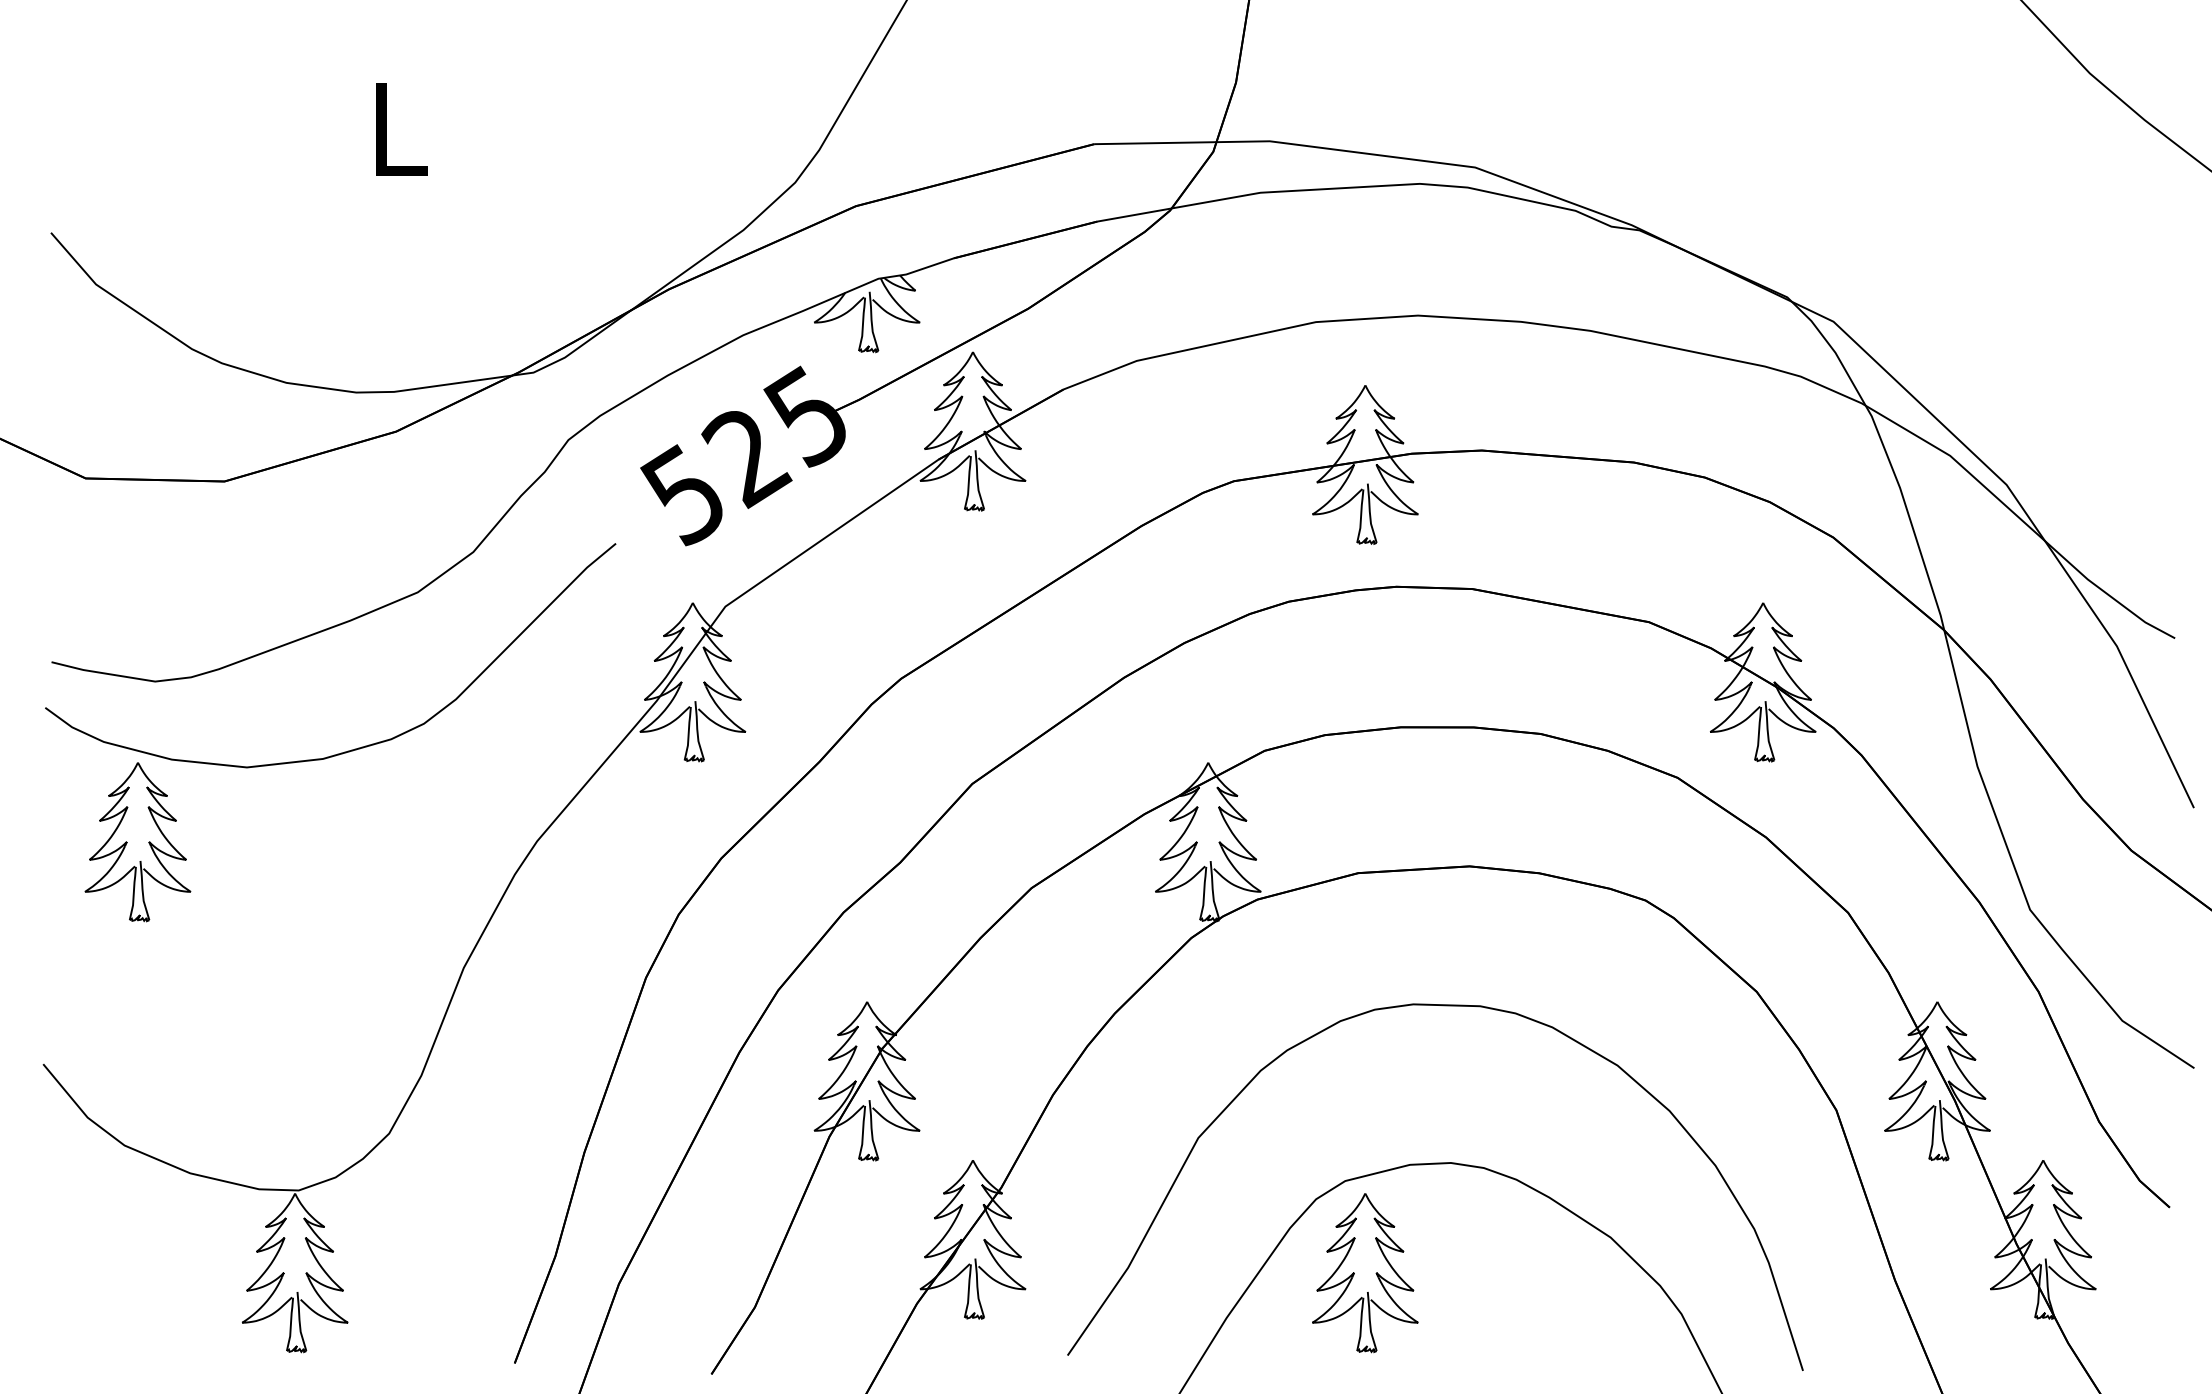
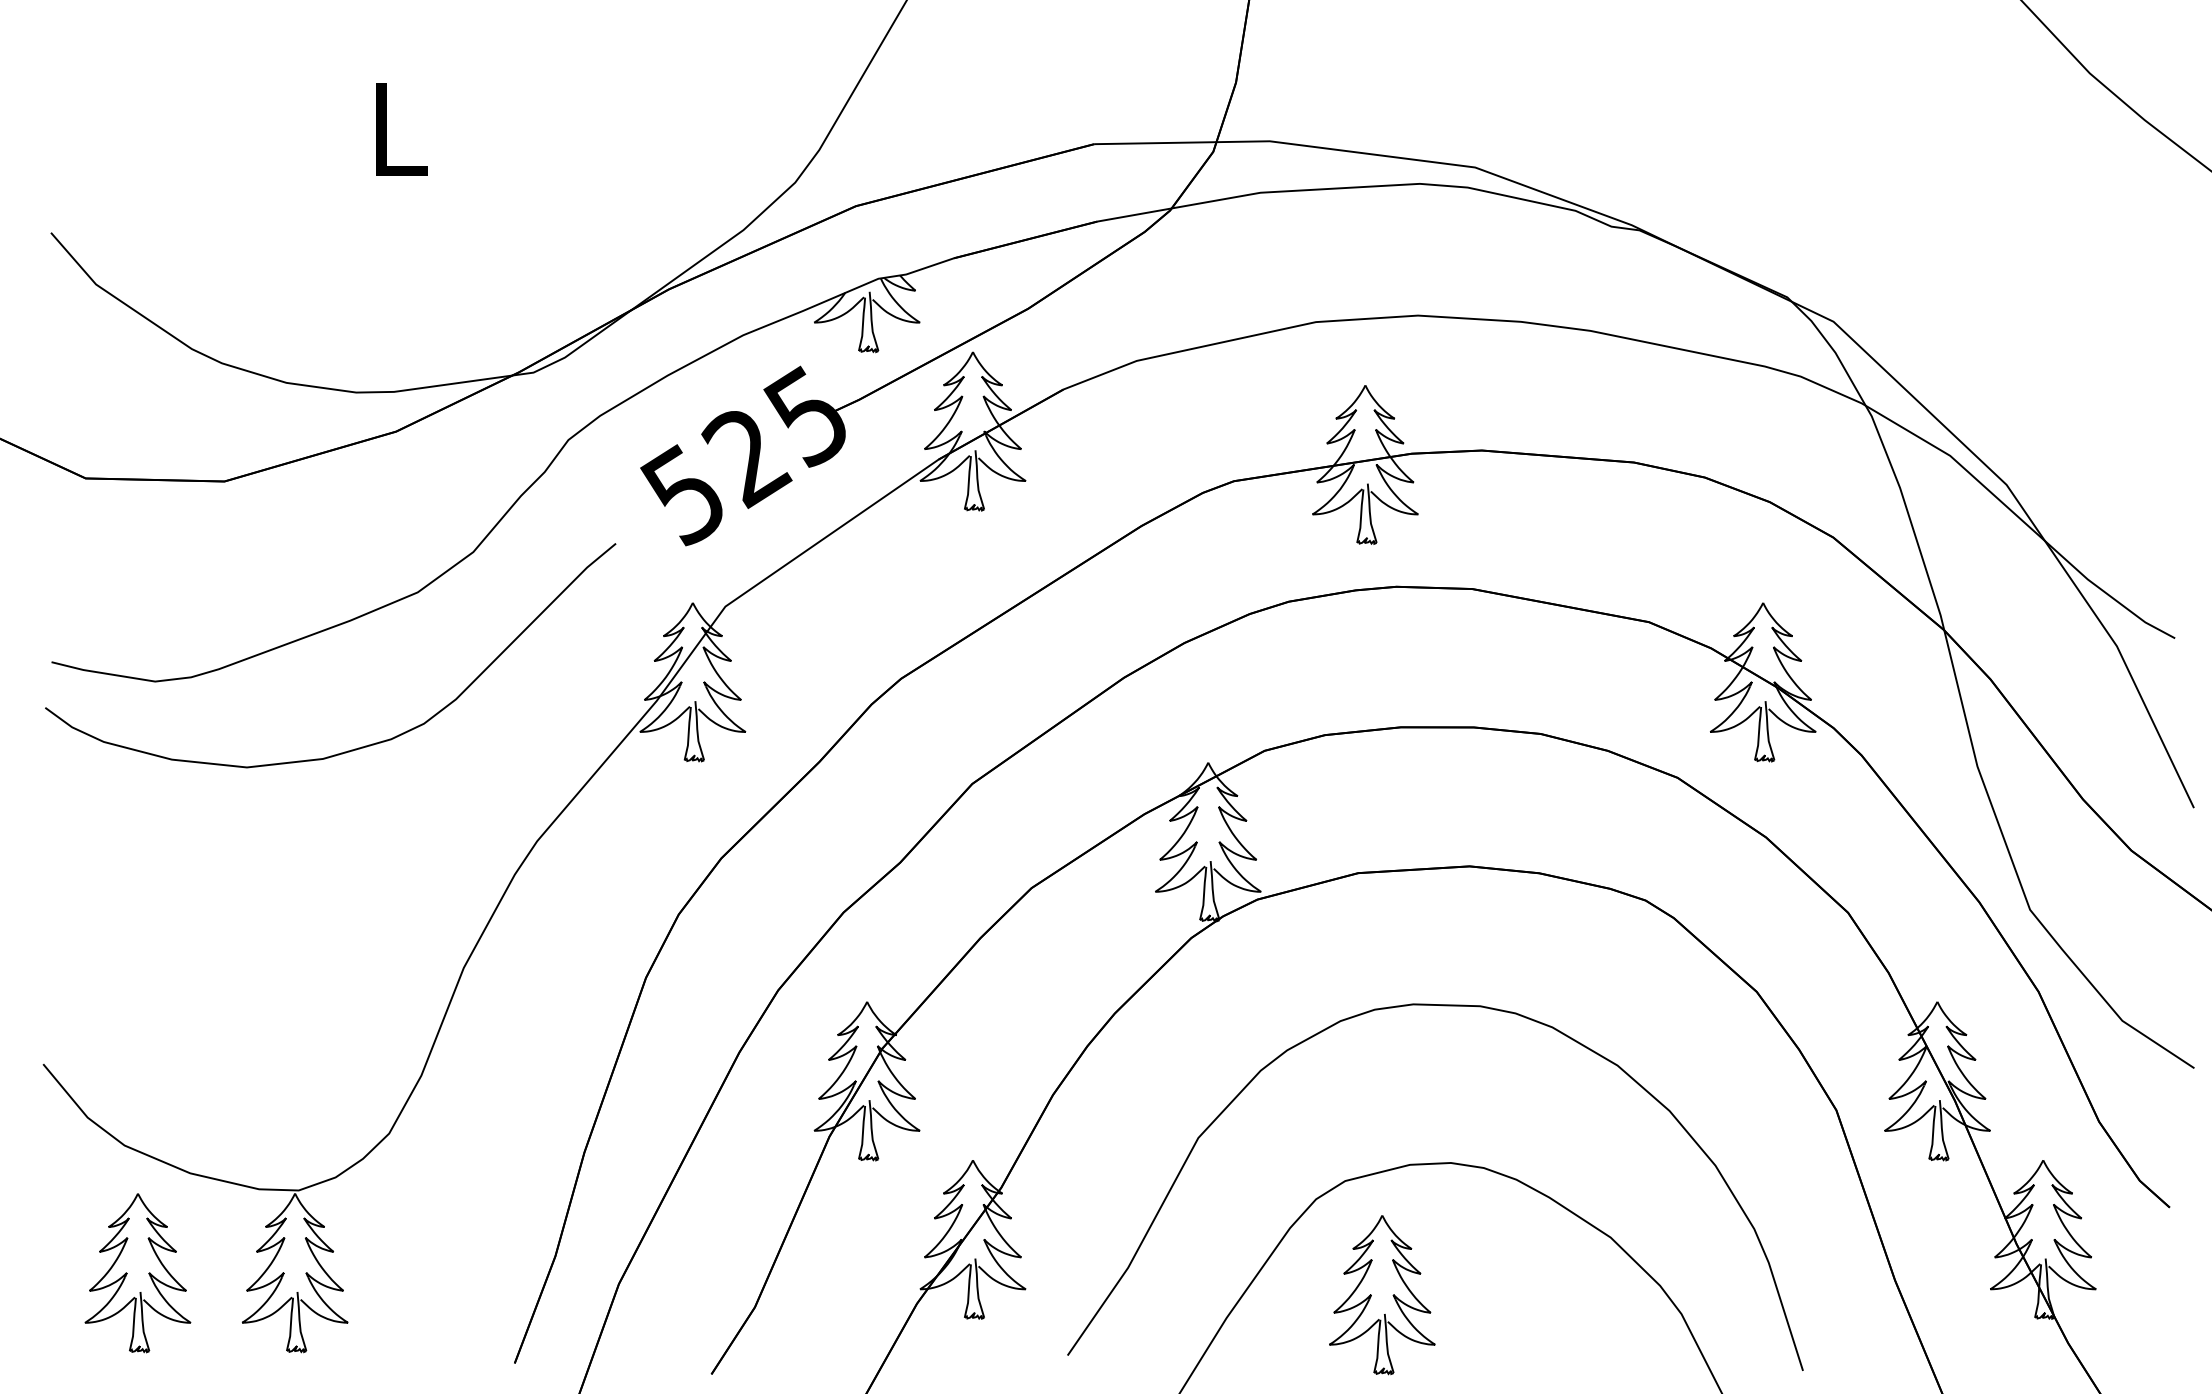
part at (137, 842) position: (137, 842) -> (137, 1273)
part at (1365, 1273) position: (1365, 1273) -> (1382, 1295)
